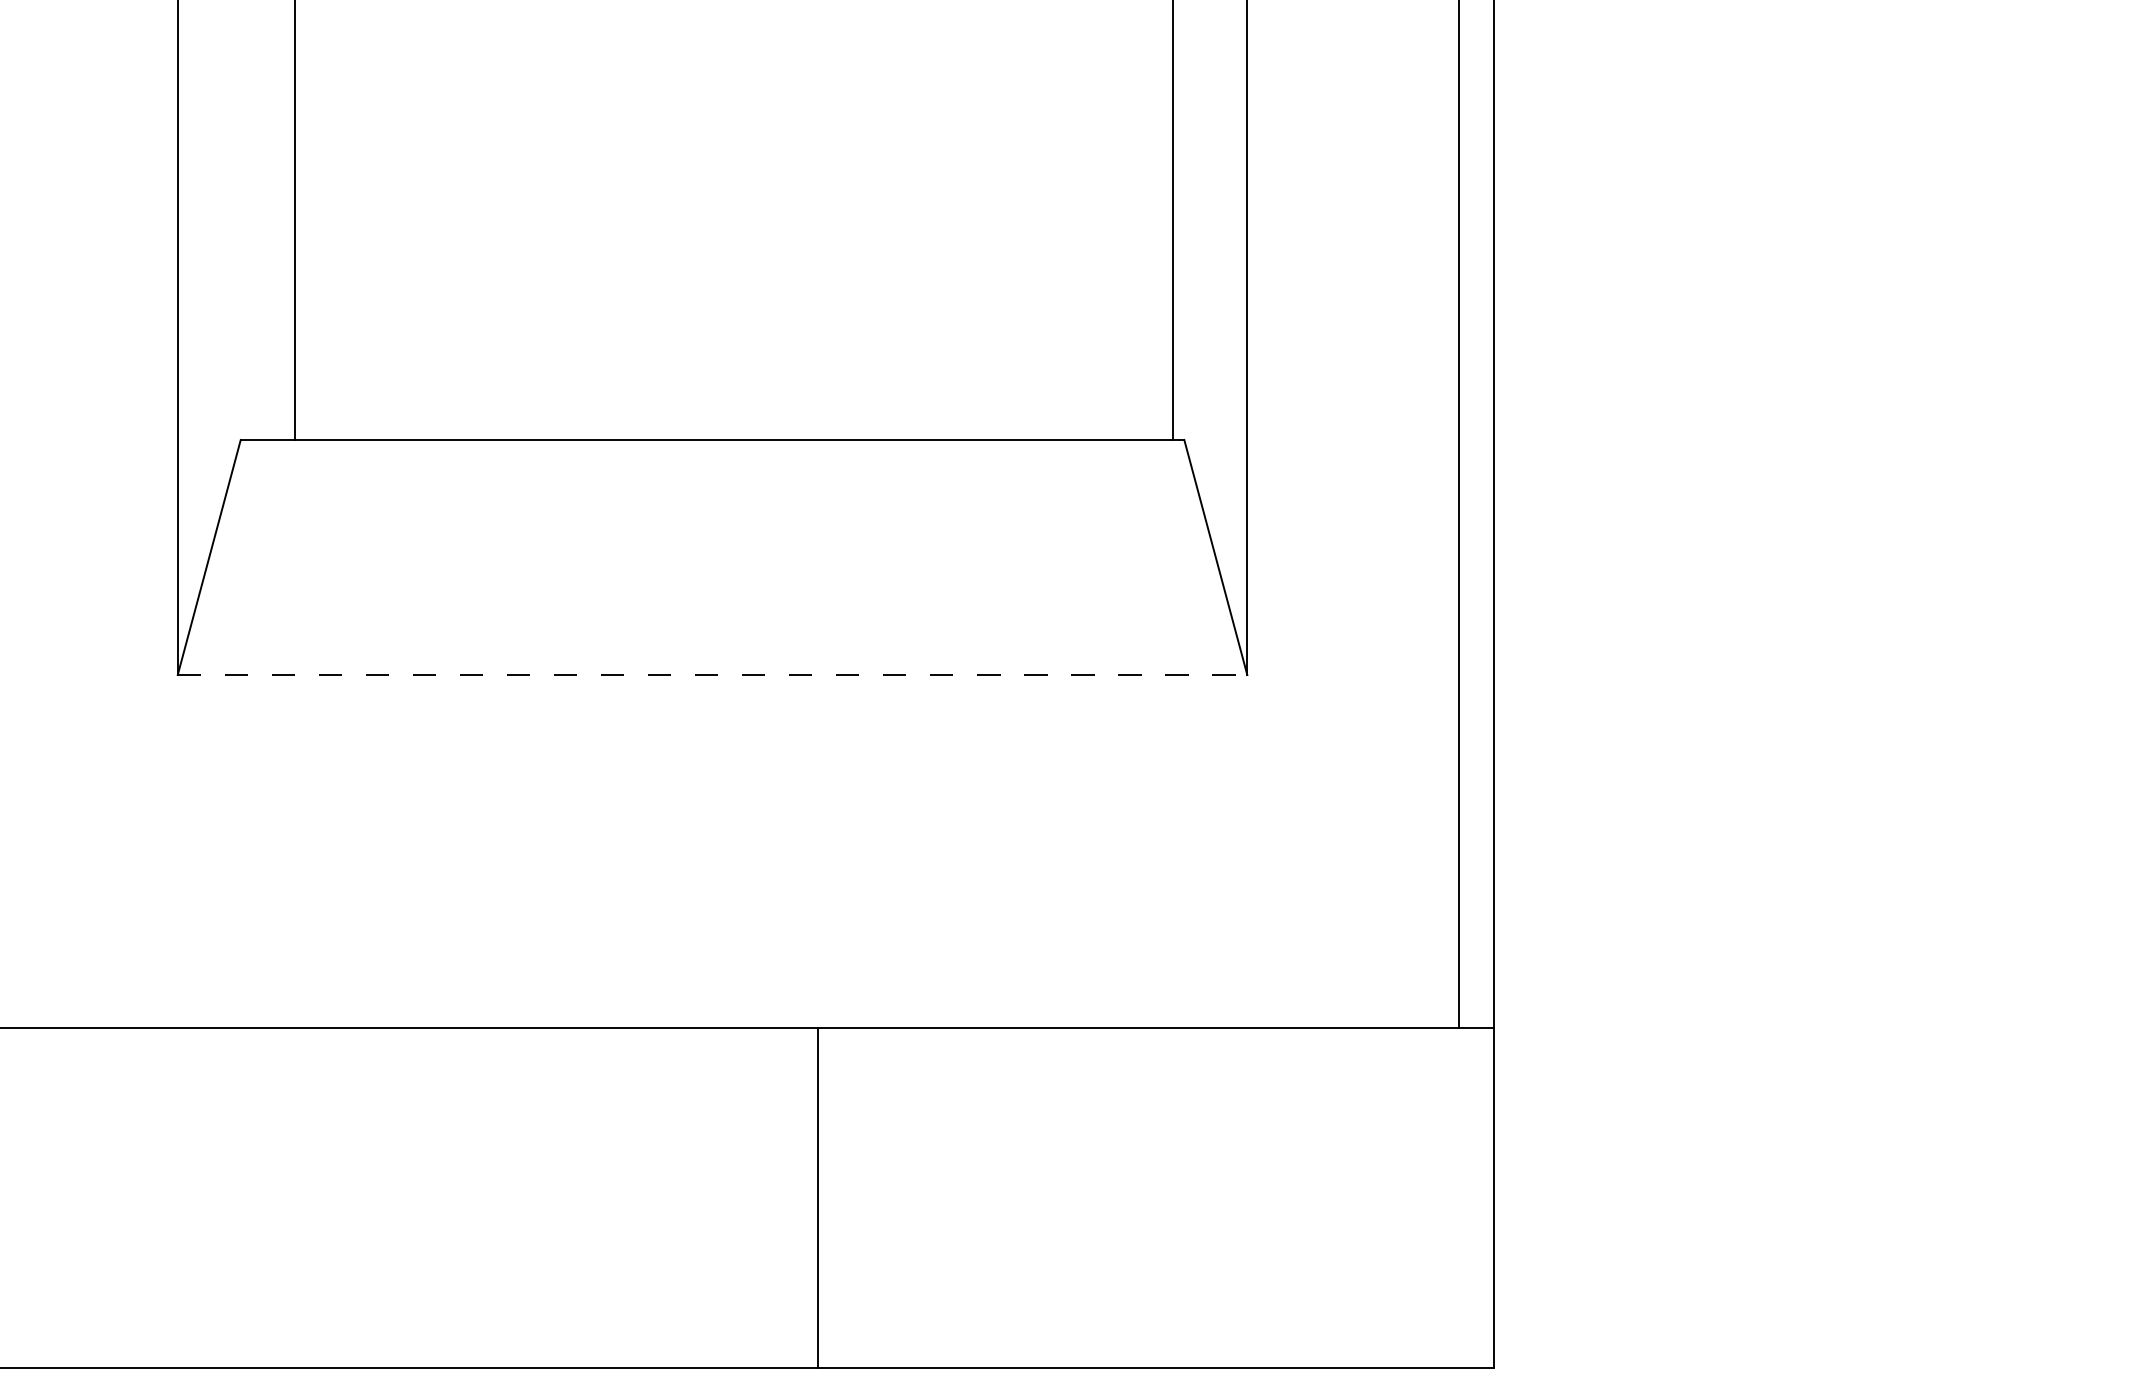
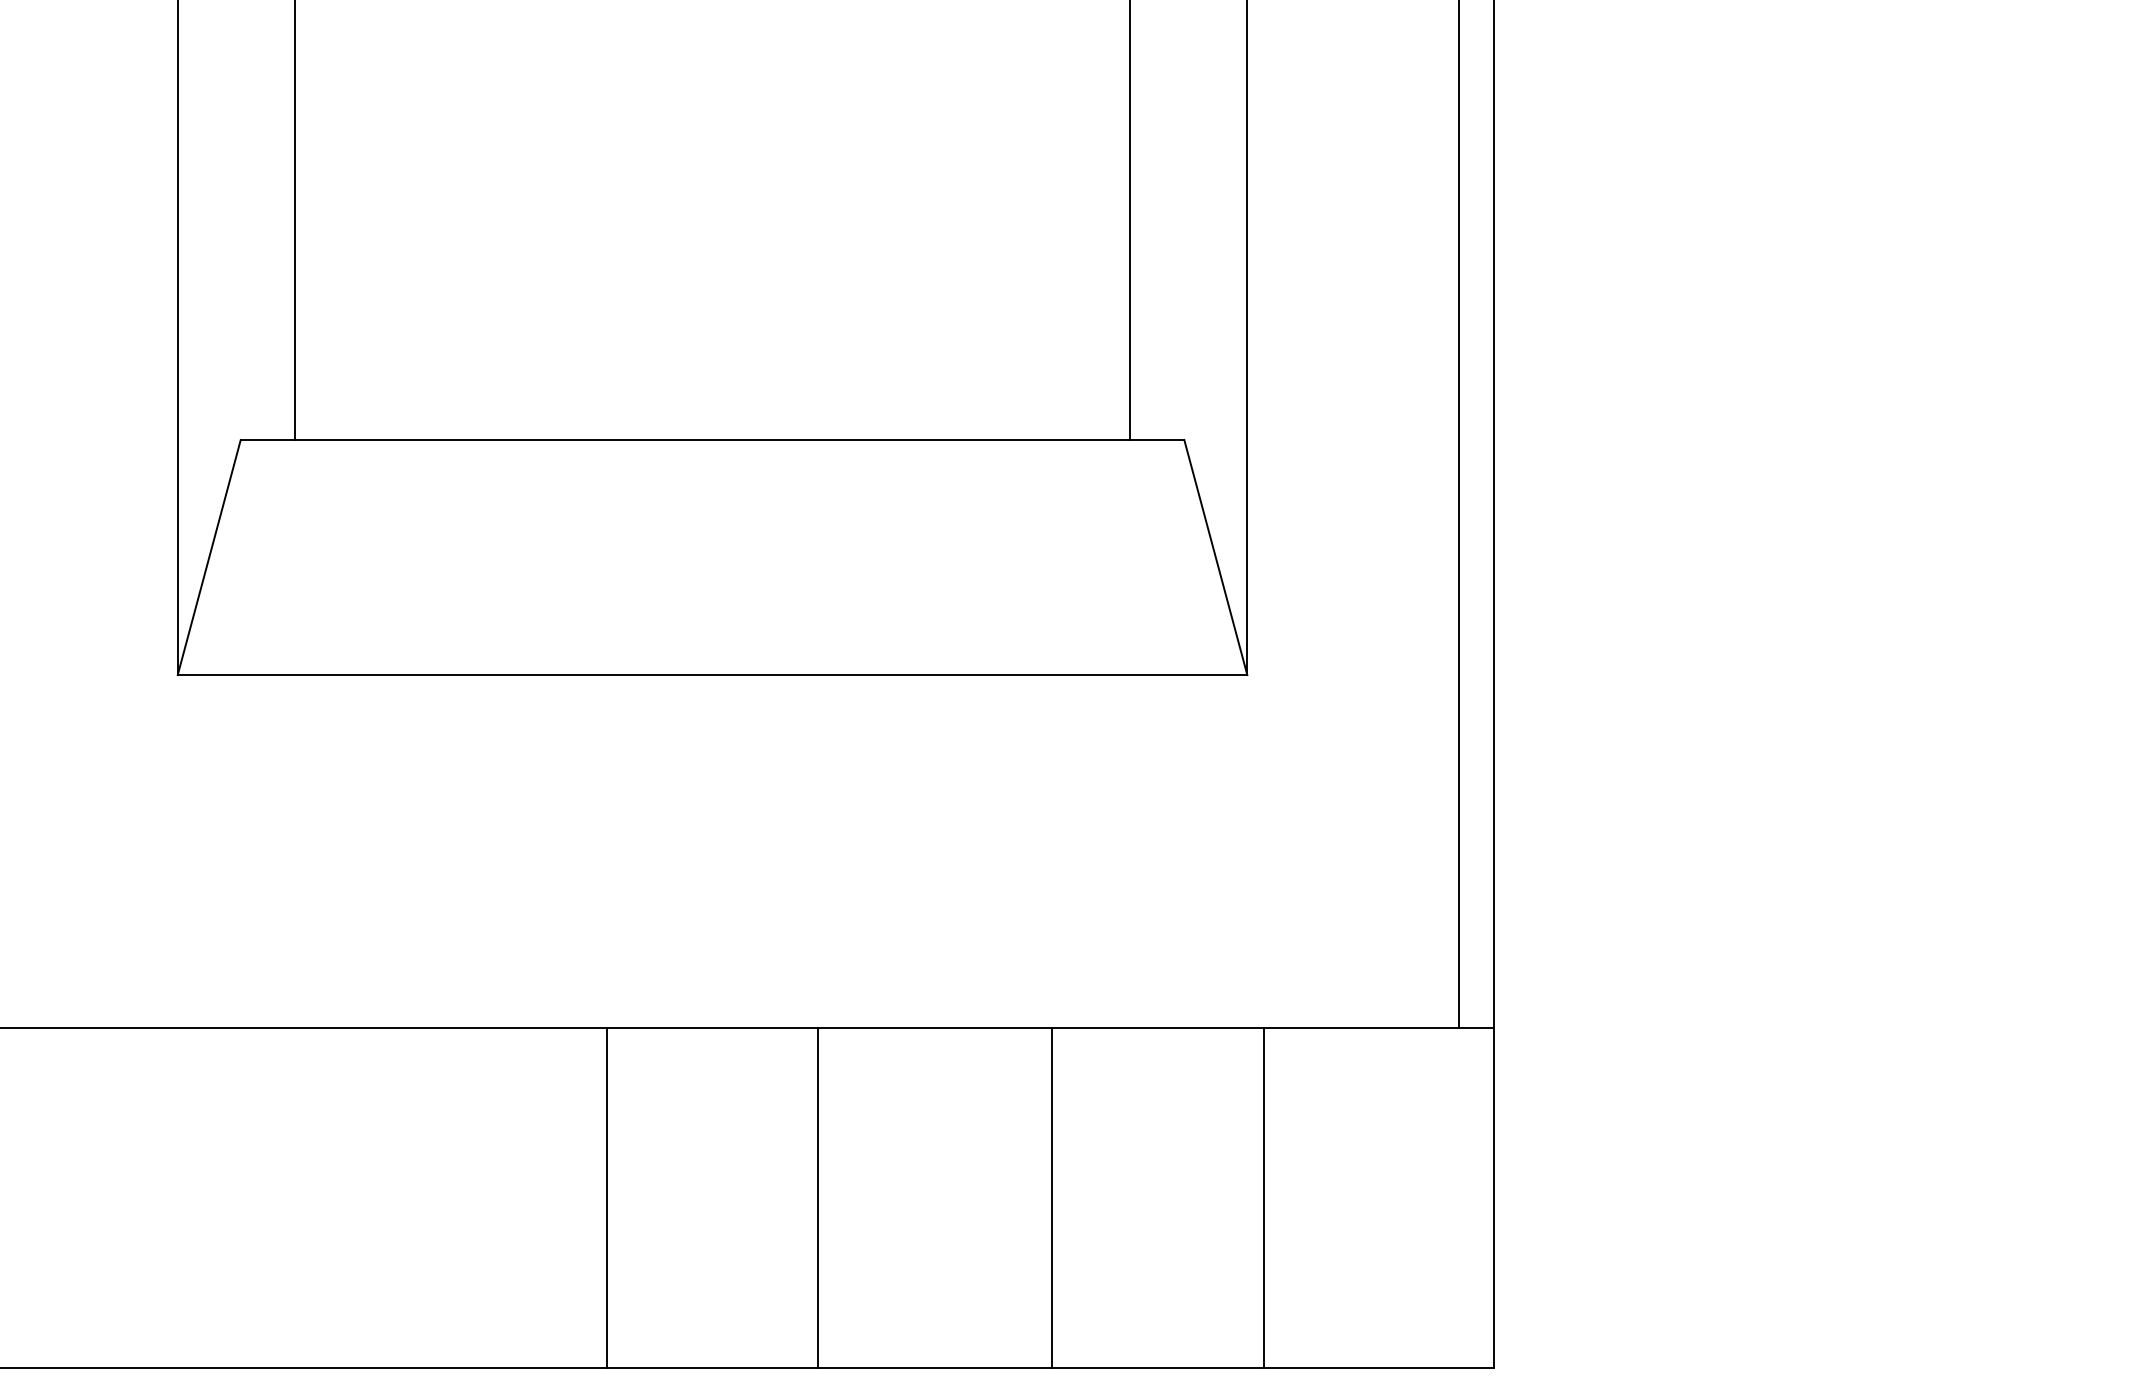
line at (1172, 220) position: (1172, 220) -> (1129, 220)
line at (712, 675): dashed -> solid
line at (606, 1197): none -> present
line at (1052, 1197): none -> present
line at (1263, 1197): none -> present
